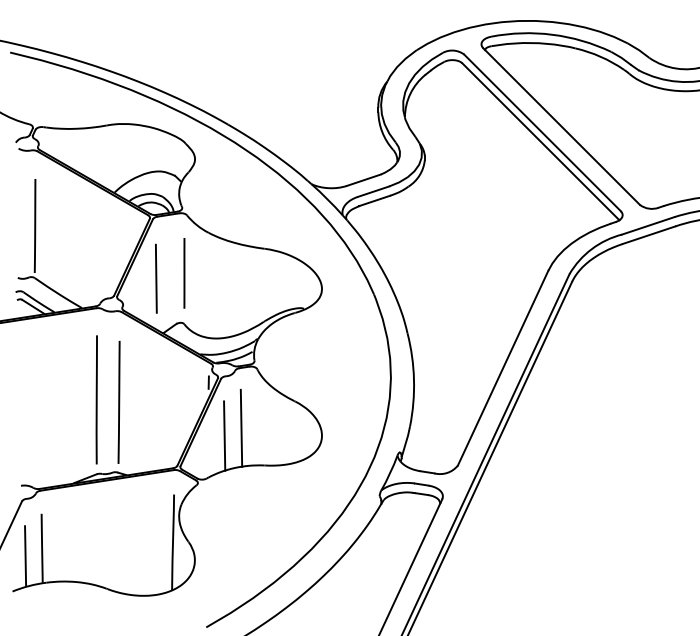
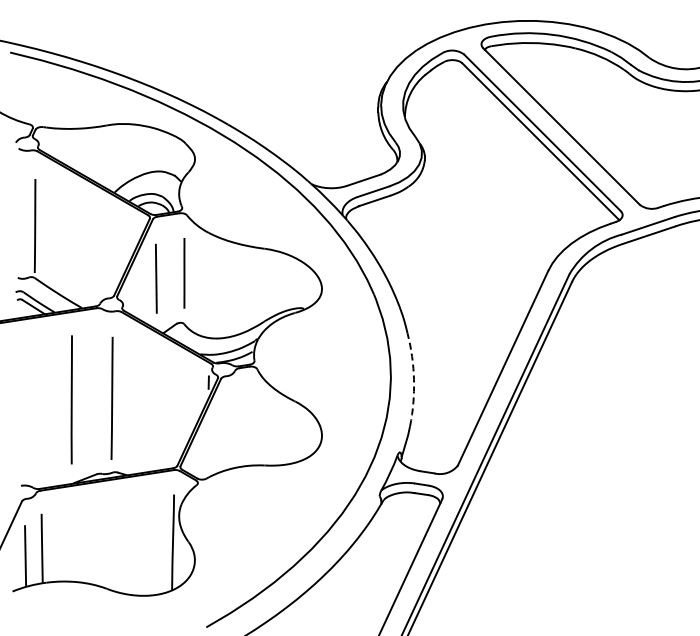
arc at (414, 379): solid -> dashed
line at (96, 399) position: (96, 399) -> (71, 399)
line at (118, 401) position: (118, 401) -> (111, 397)
line at (241, 427): present -> none
line at (224, 435): present -> none
